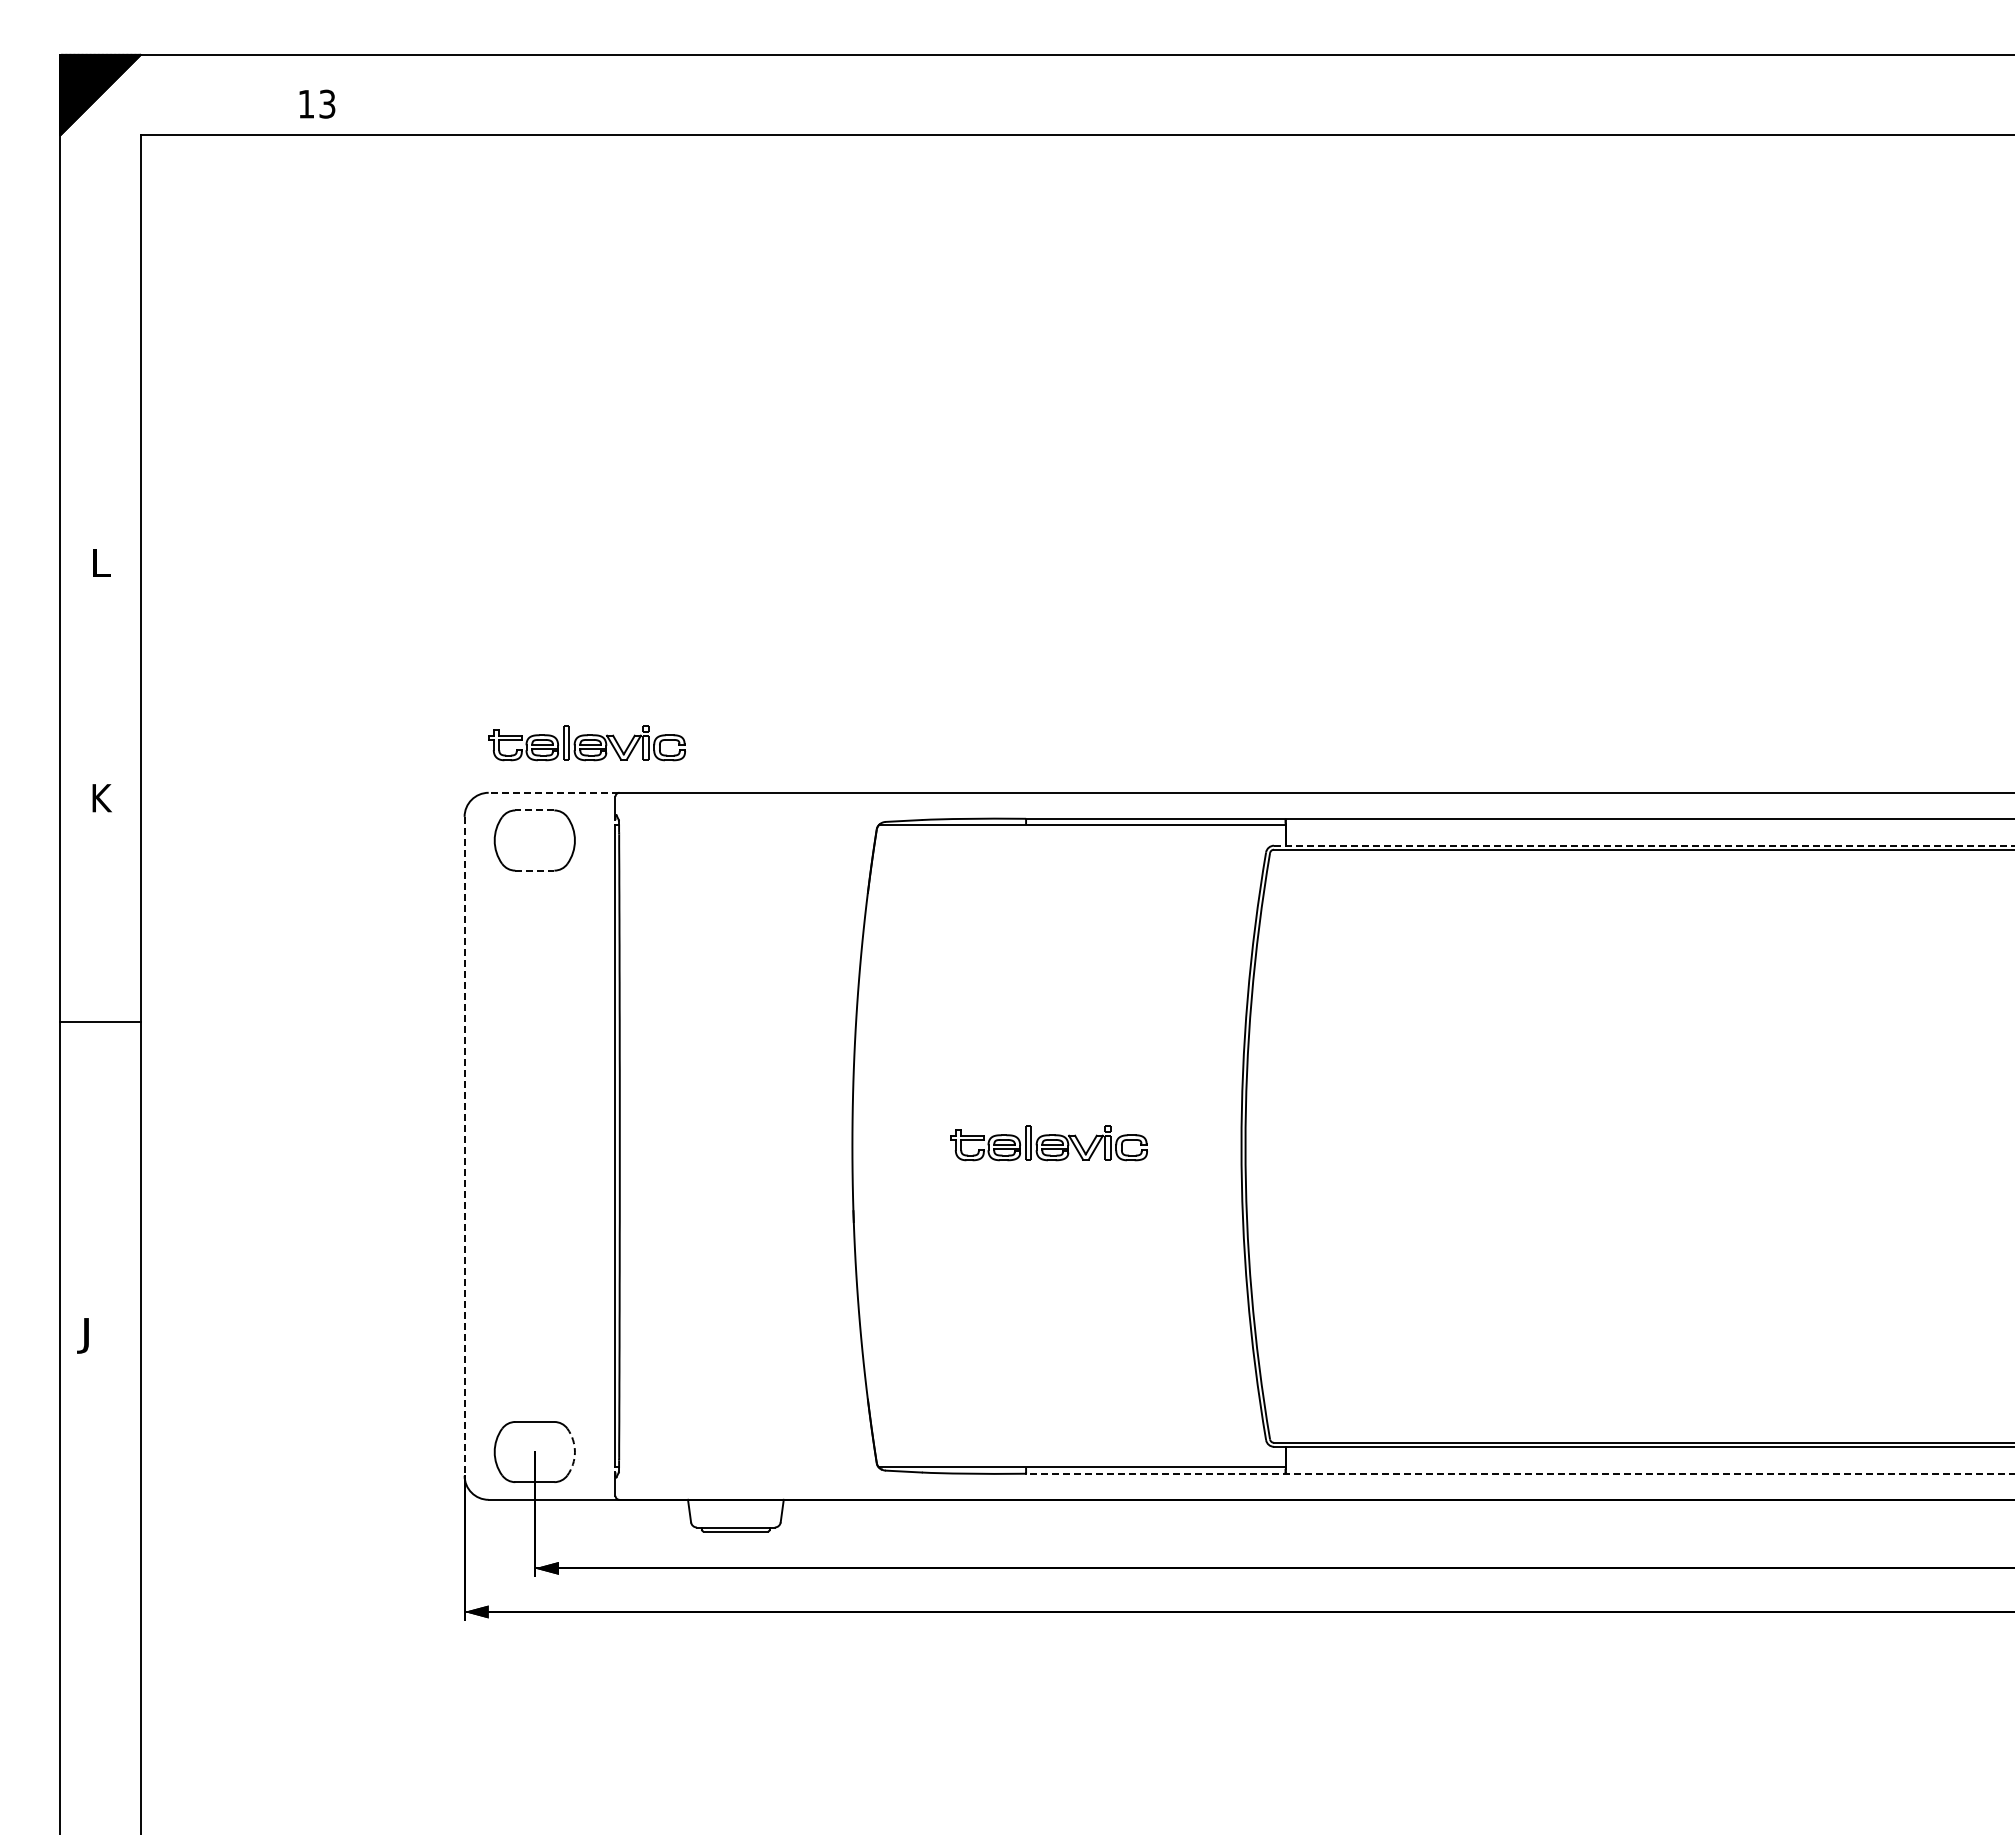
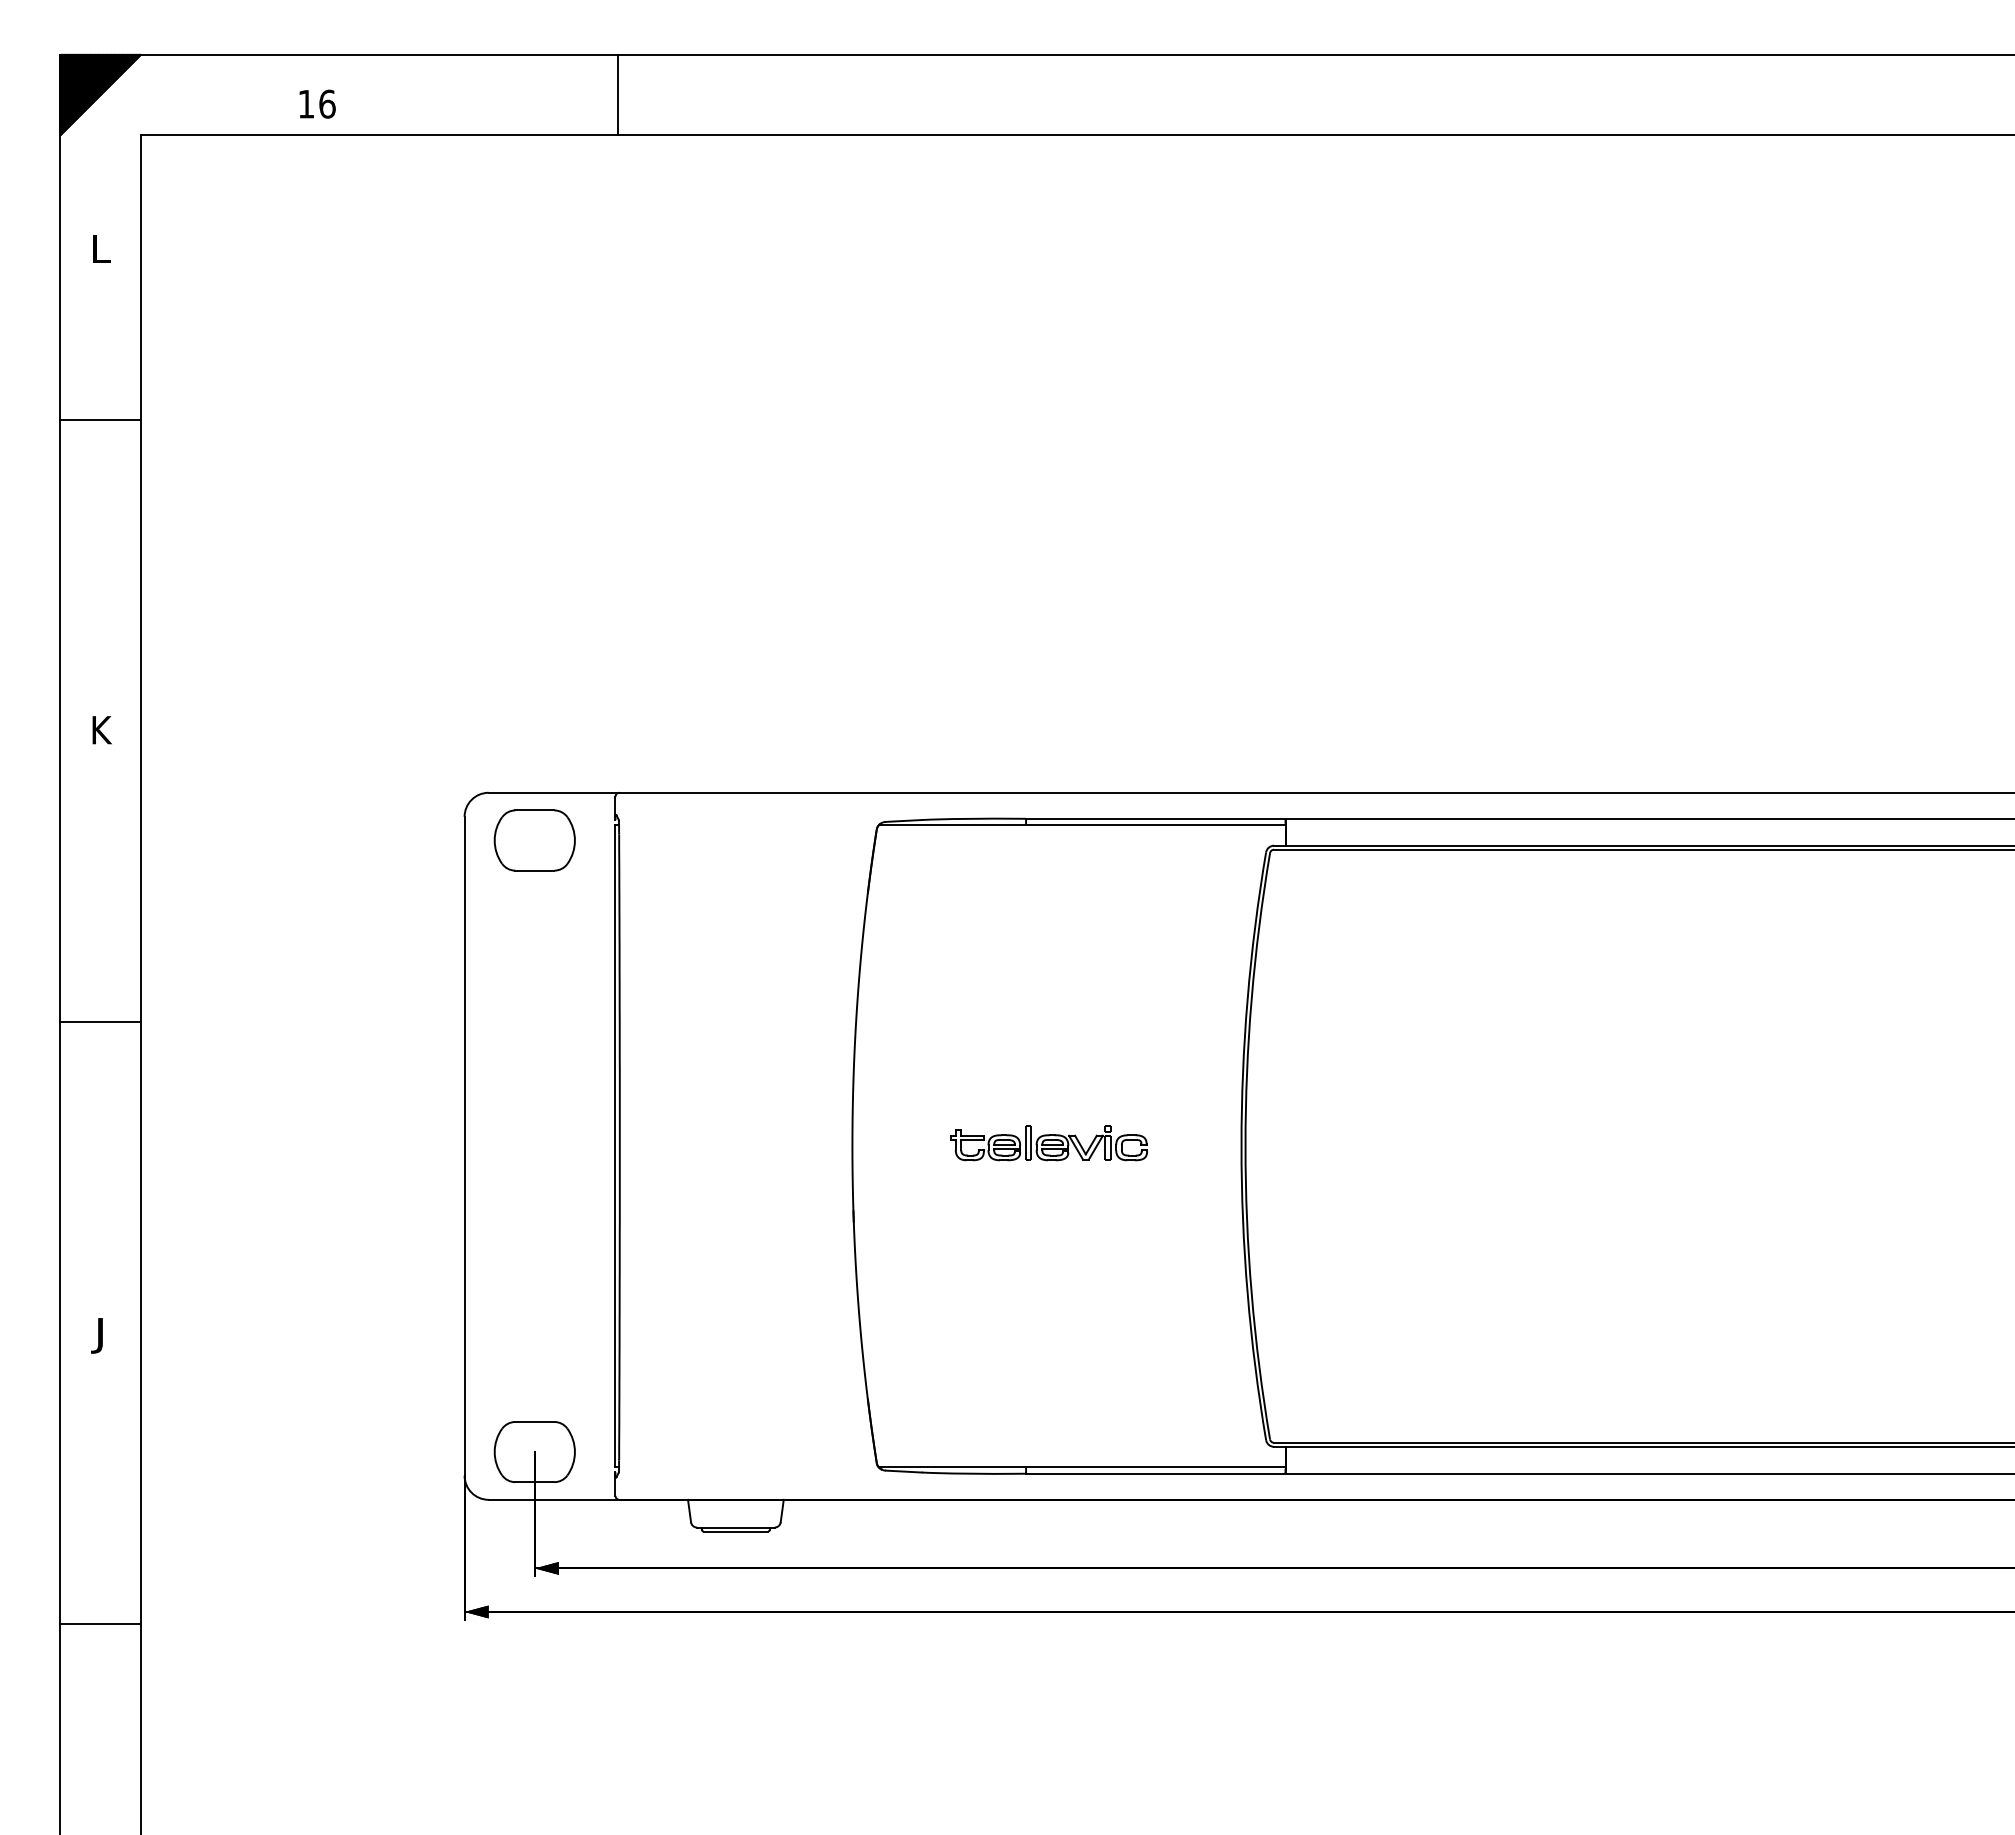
line at (618, 95): none -> present
text at (327, 103): 13 -> 16
line at (100, 420): none -> present
text at (101, 562) position: (101, 562) -> (101, 248)
part at (586, 743): present -> none
line at (553, 792): dashed -> solid
text at (101, 798) position: (101, 798) -> (101, 730)
line at (534, 810): dashed -> solid
line at (1645, 845): dashed -> solid
line at (534, 870): dashed -> solid
line at (464, 1146): dashed -> solid
text at (82, 1335) position: (82, 1335) -> (96, 1335)
arc at (574, 1452): dashed -> solid
line at (1519, 1473): dashed -> solid
line at (100, 1623): none -> present
